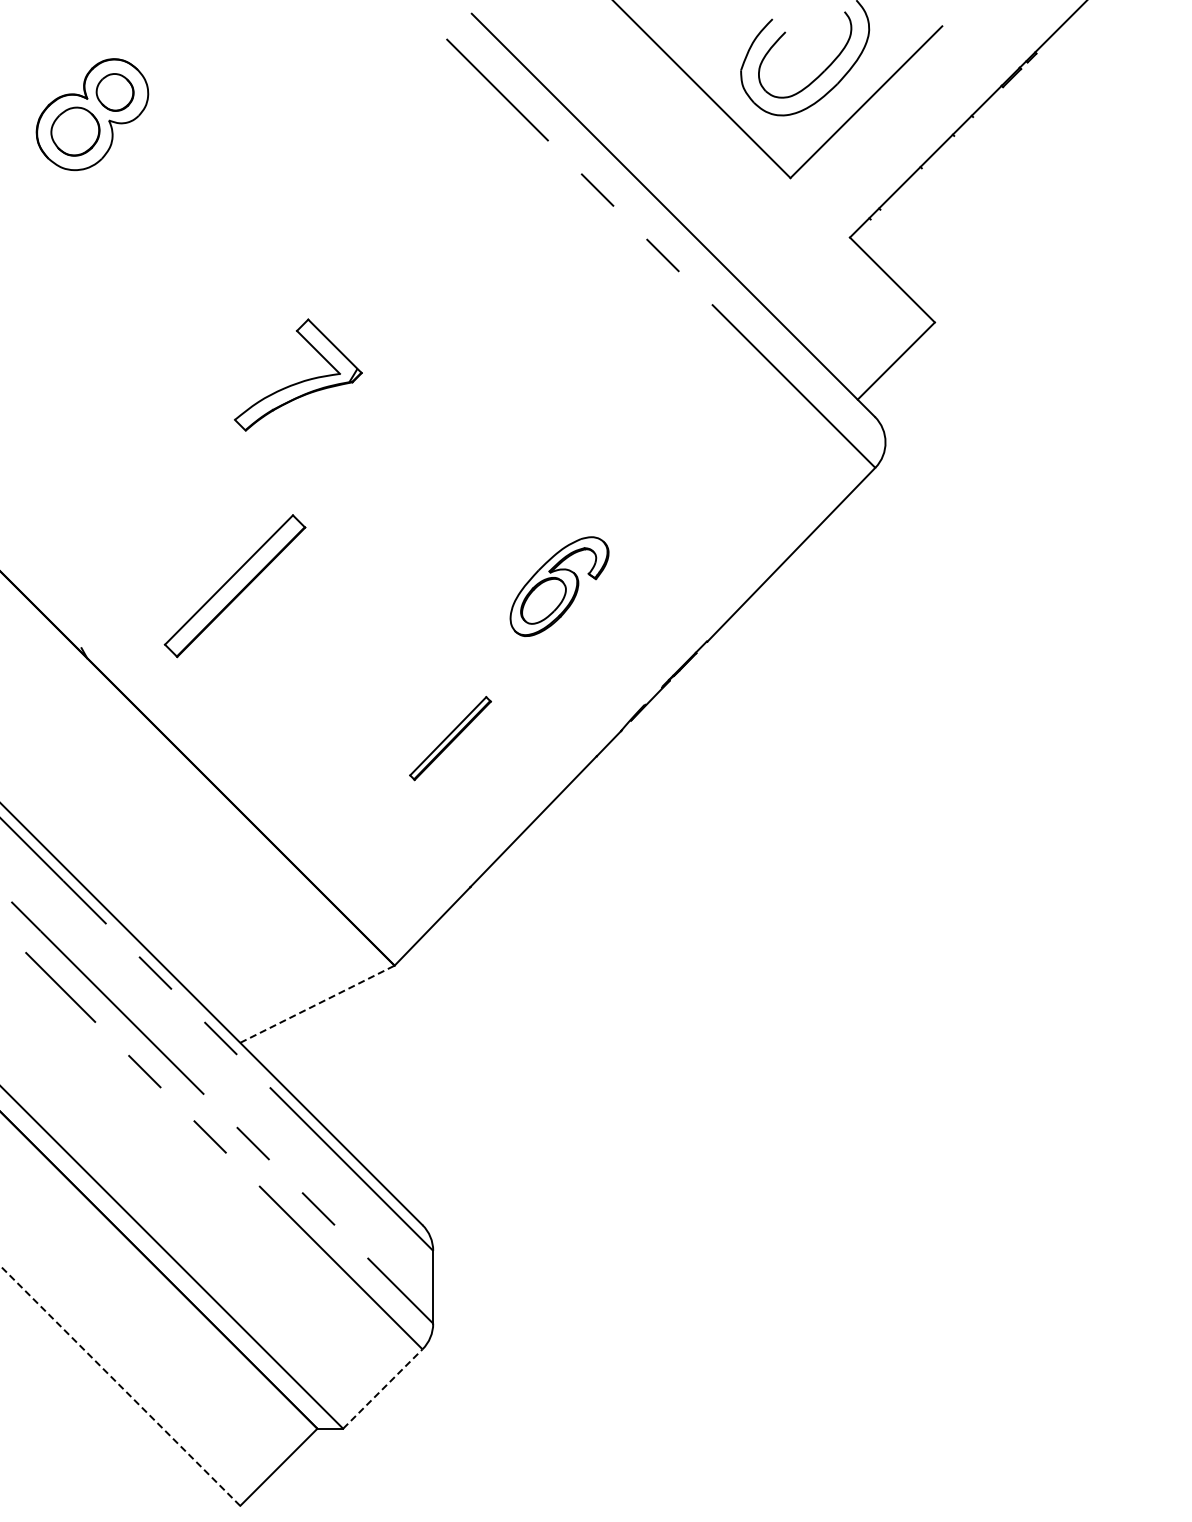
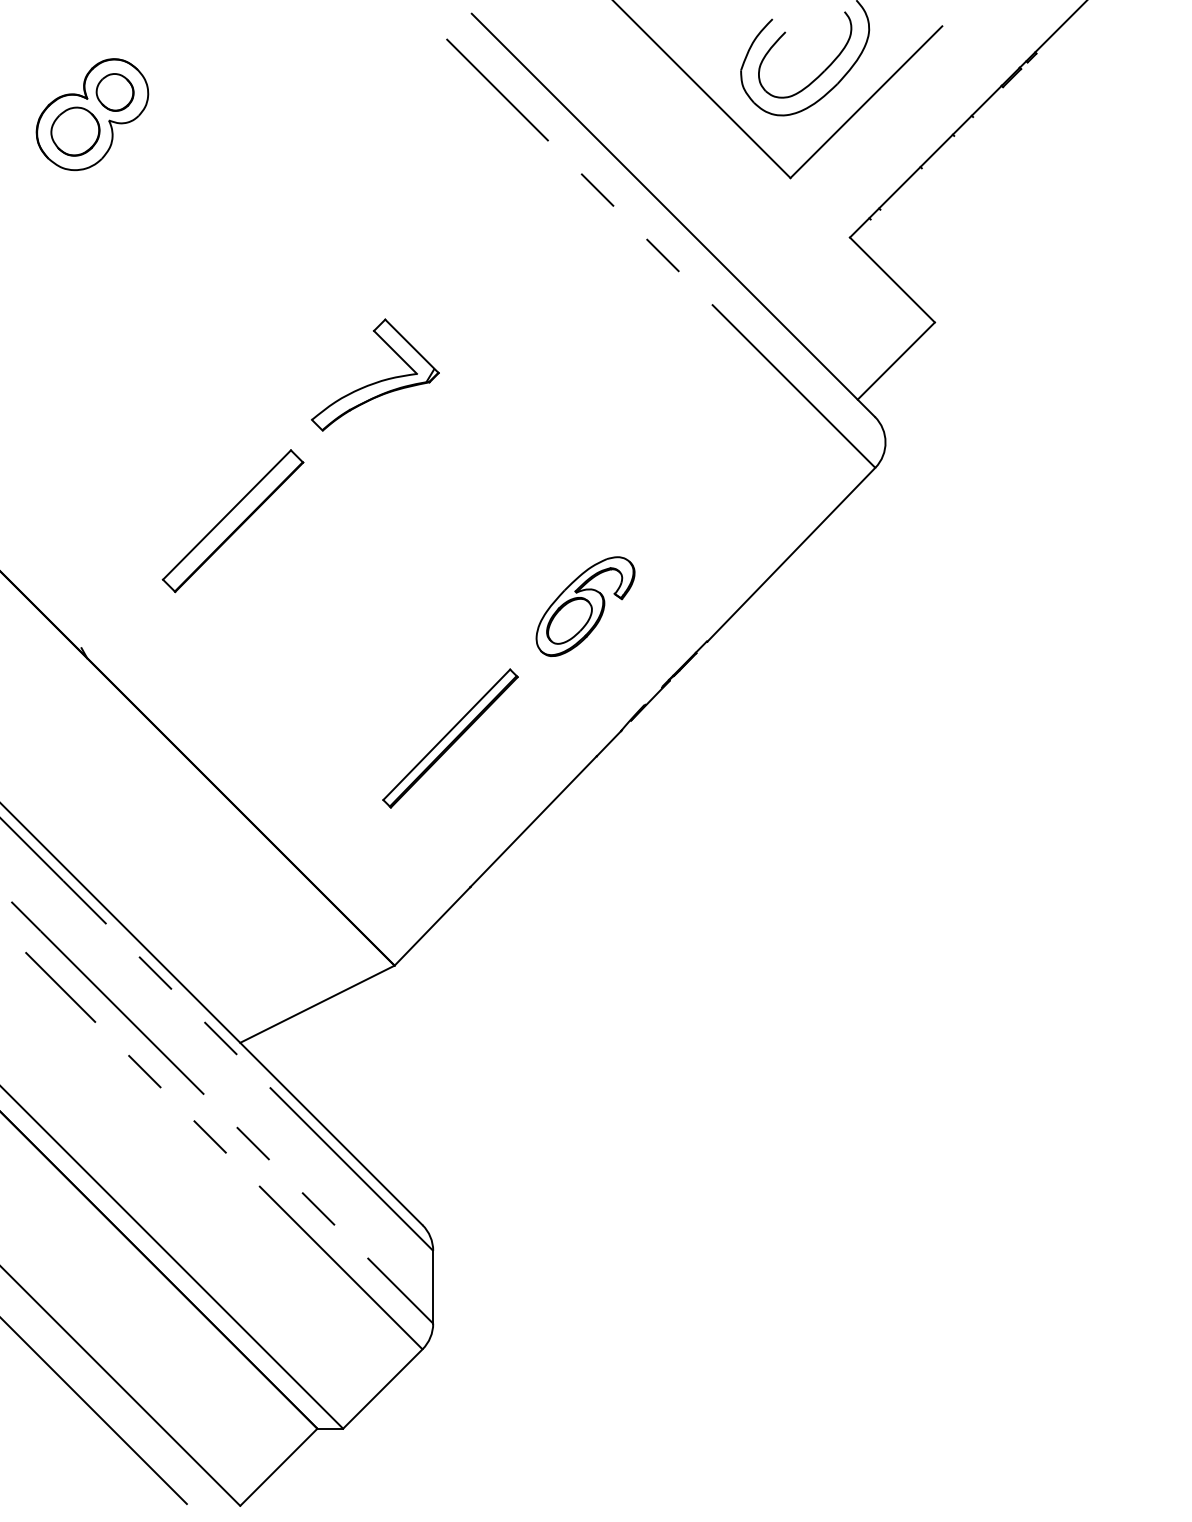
part at (299, 381) position: (299, 381) -> (376, 381)
part at (234, 586) position: (234, 586) -> (232, 521)
part at (559, 586) position: (559, 586) -> (585, 606)
part at (450, 738) size: 83x86 px -> 137x141 px
line at (317, 1004): dashed -> solid
line at (120, 1385): dashed -> solid
line at (383, 1388): dashed -> solid
line at (94, 1411): none -> present
